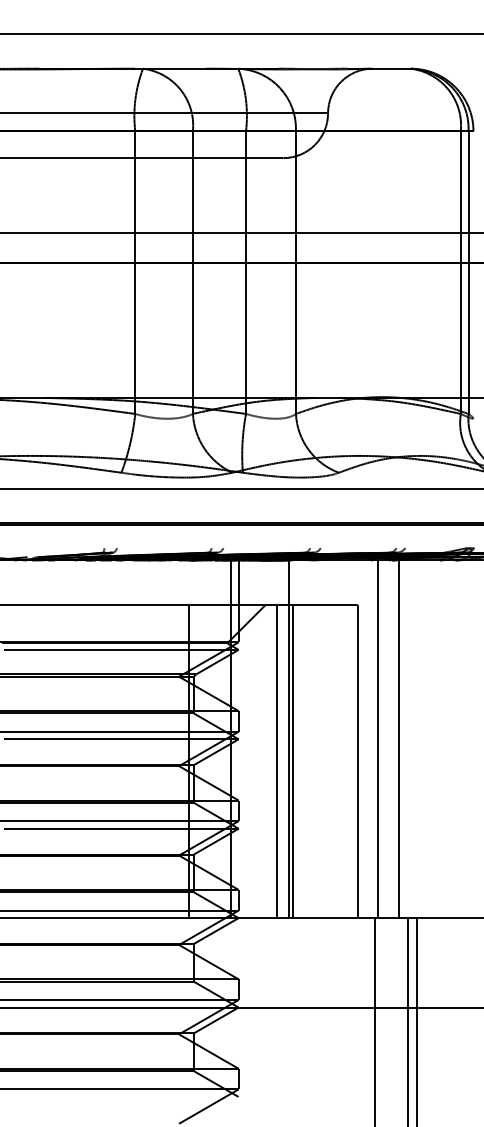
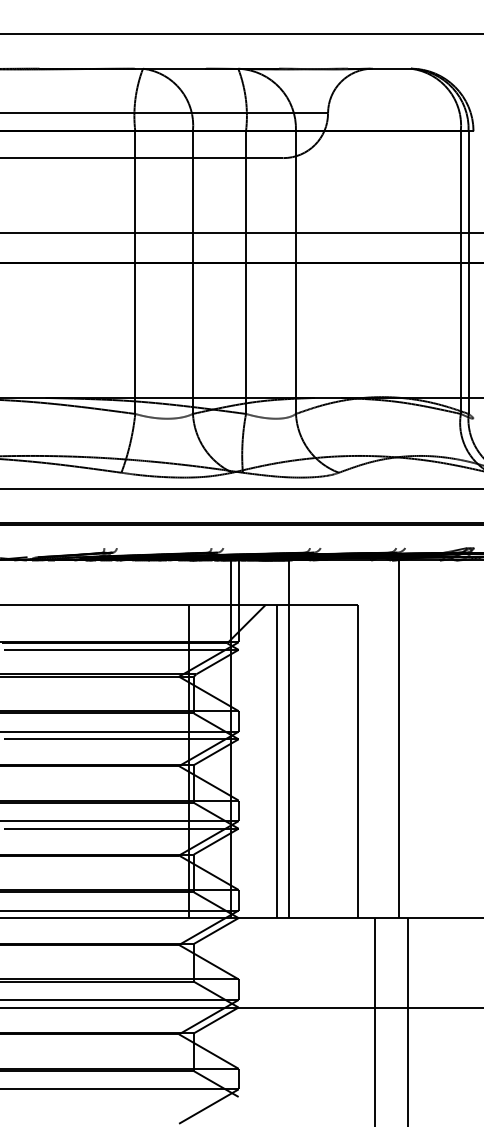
line at (378, 739): present -> none
line at (292, 761): present -> none
line at (417, 1020): present -> none
